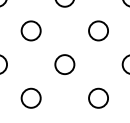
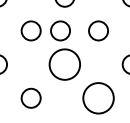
circle at (60, 30): none -> present
circle at (64, 64) diameter: 19 px -> 30 px
circle at (98, 97) diameter: 19 px -> 30 px
